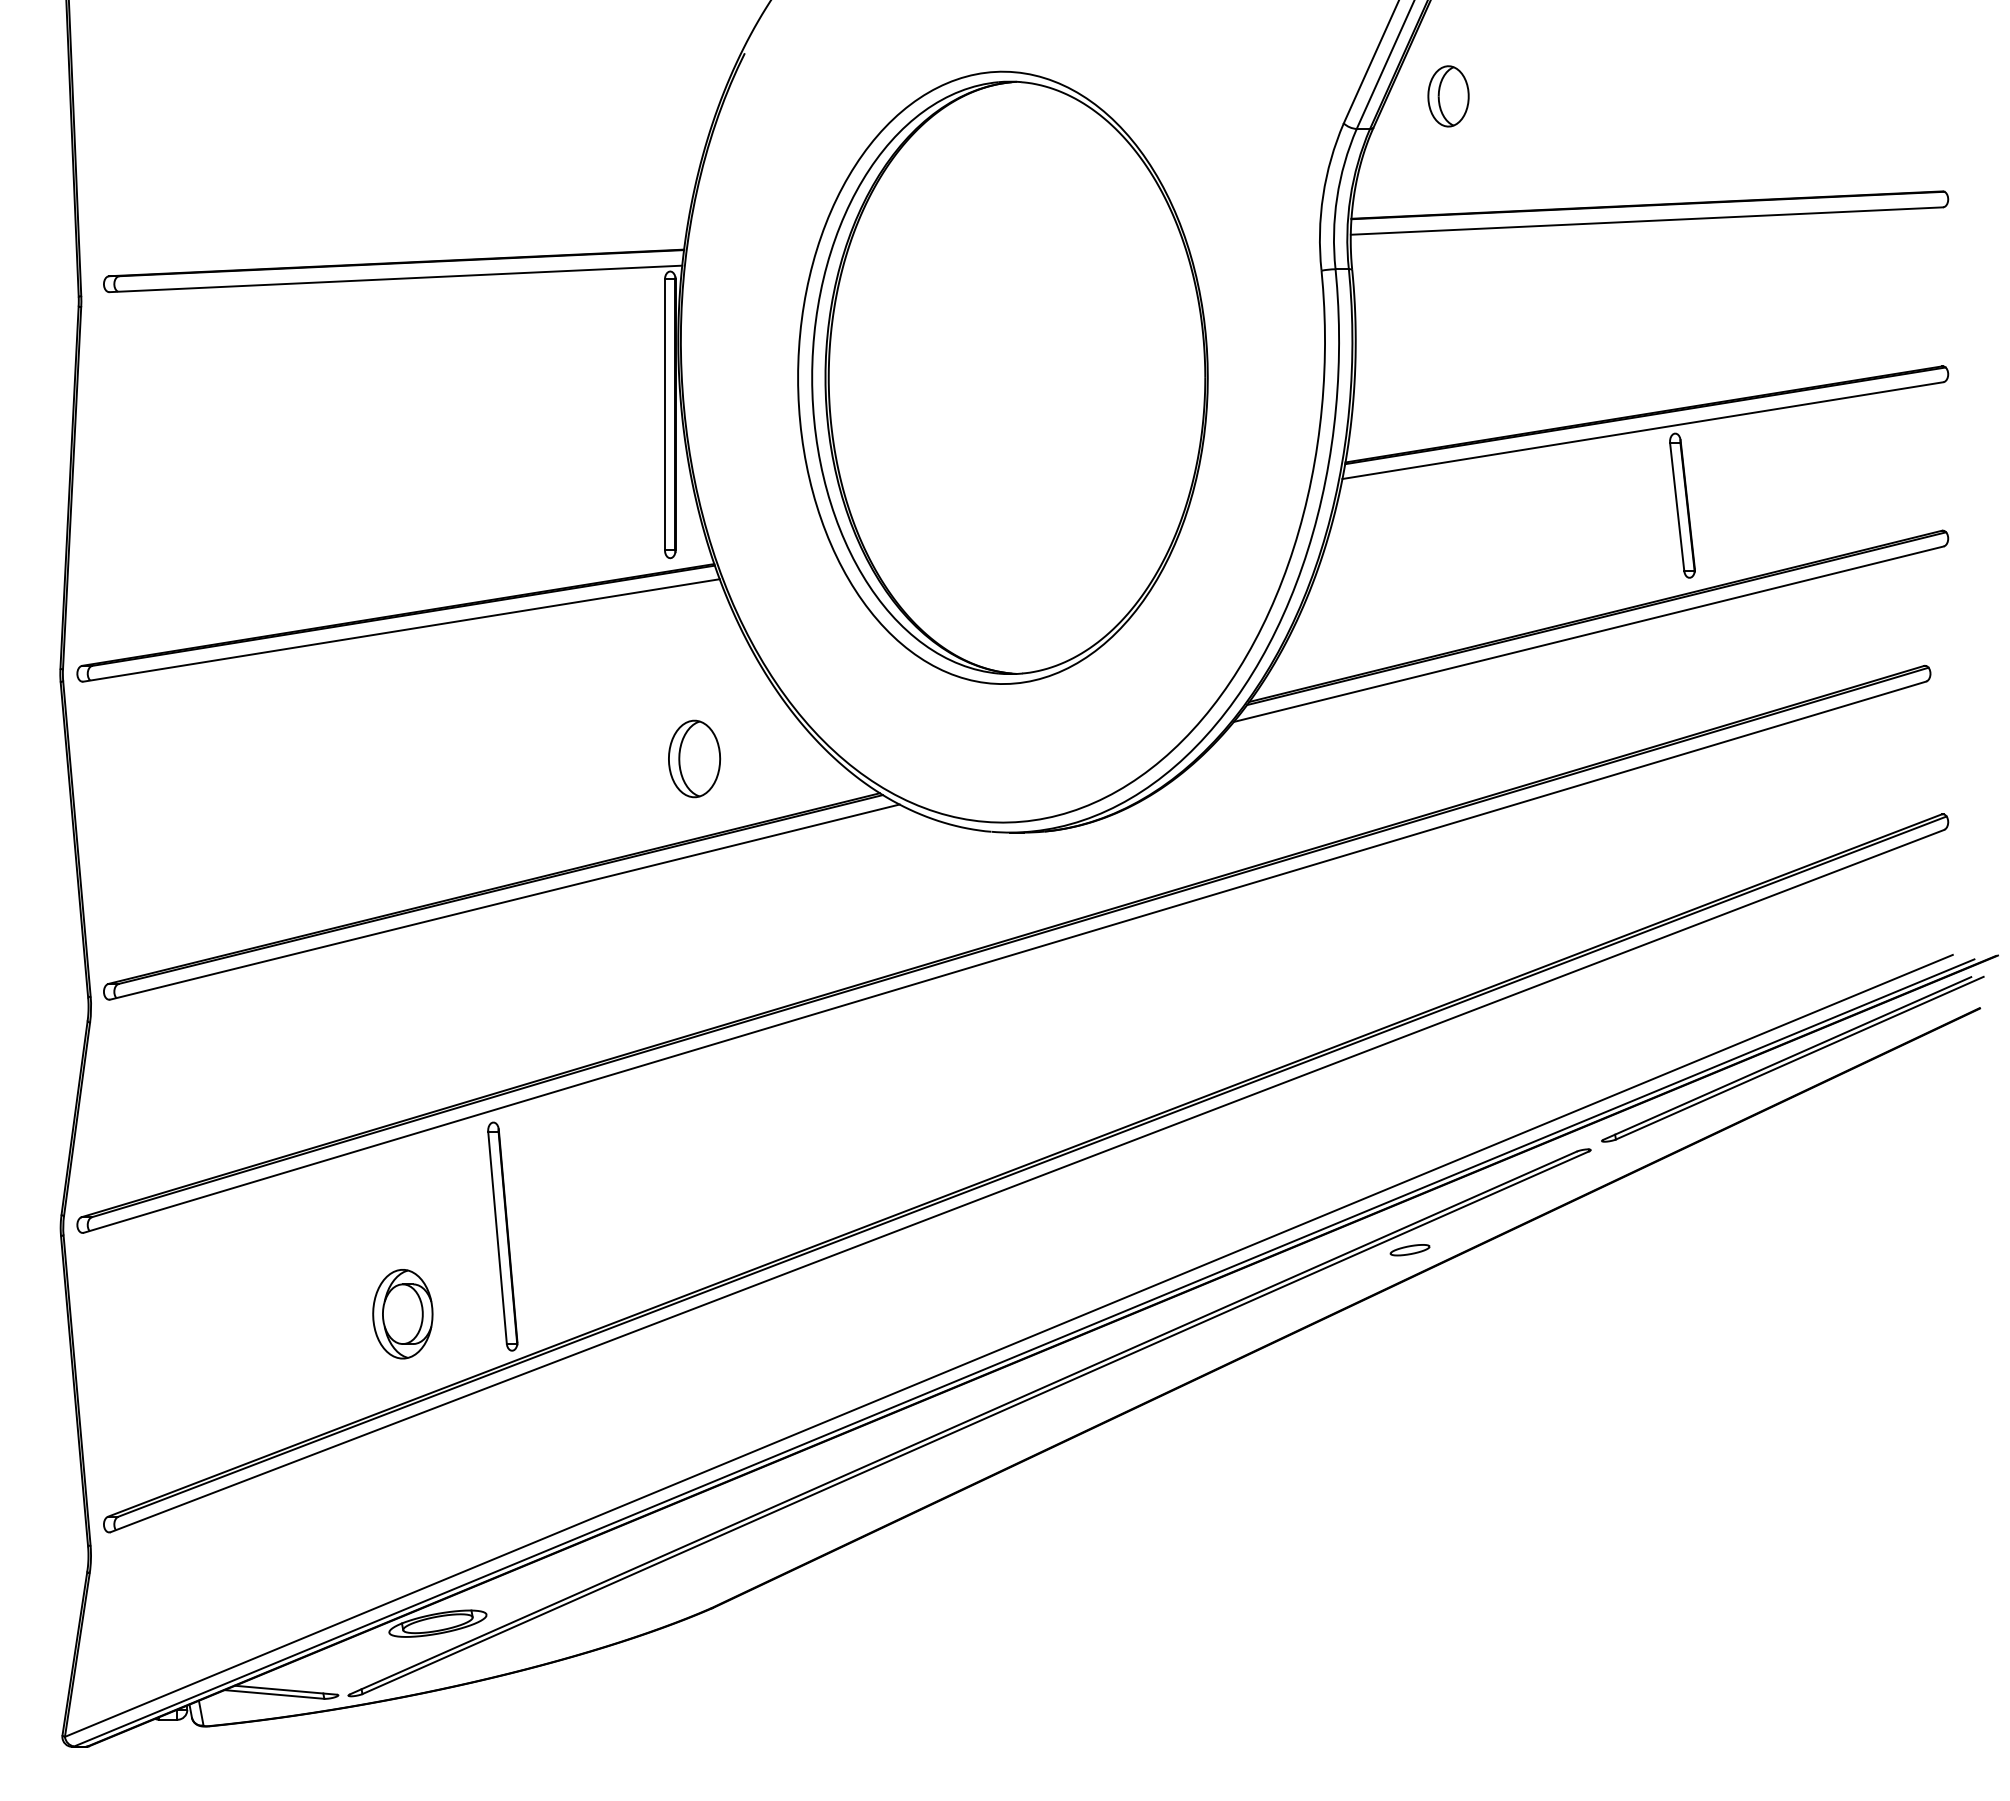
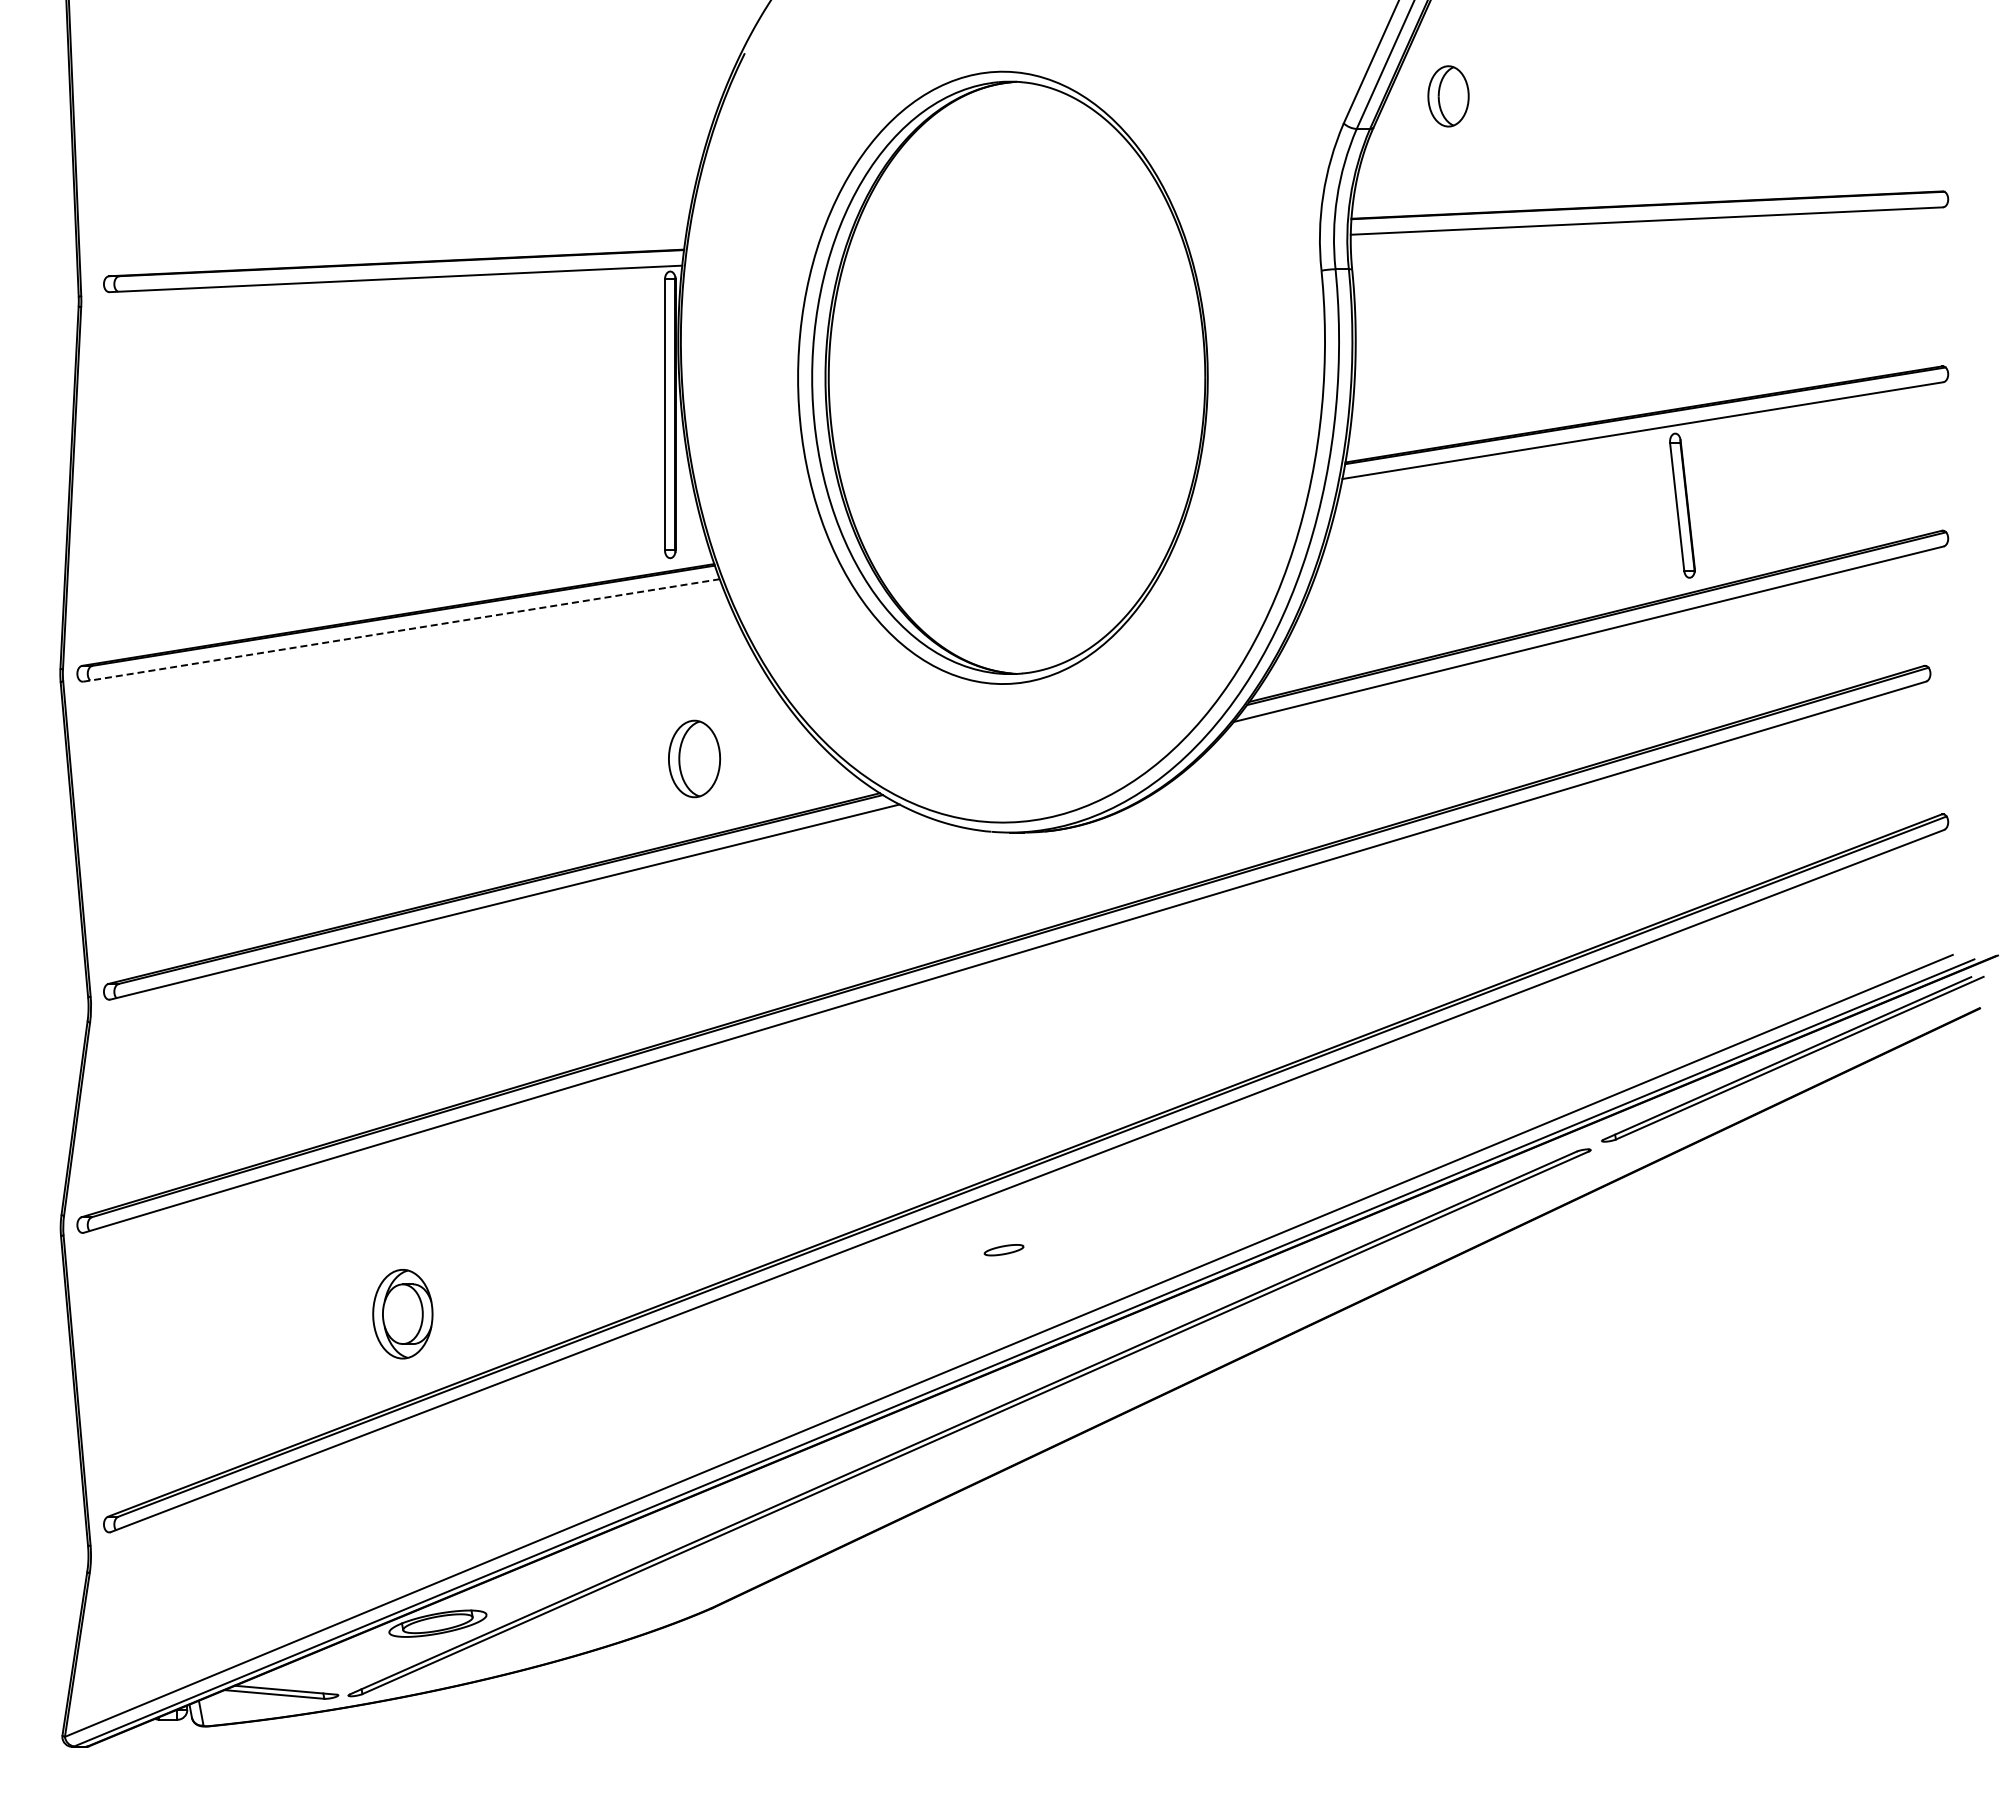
line at (401, 630): solid -> dashed
part at (502, 1236): present -> none
part at (1409, 1250) position: (1409, 1250) -> (1003, 1250)
